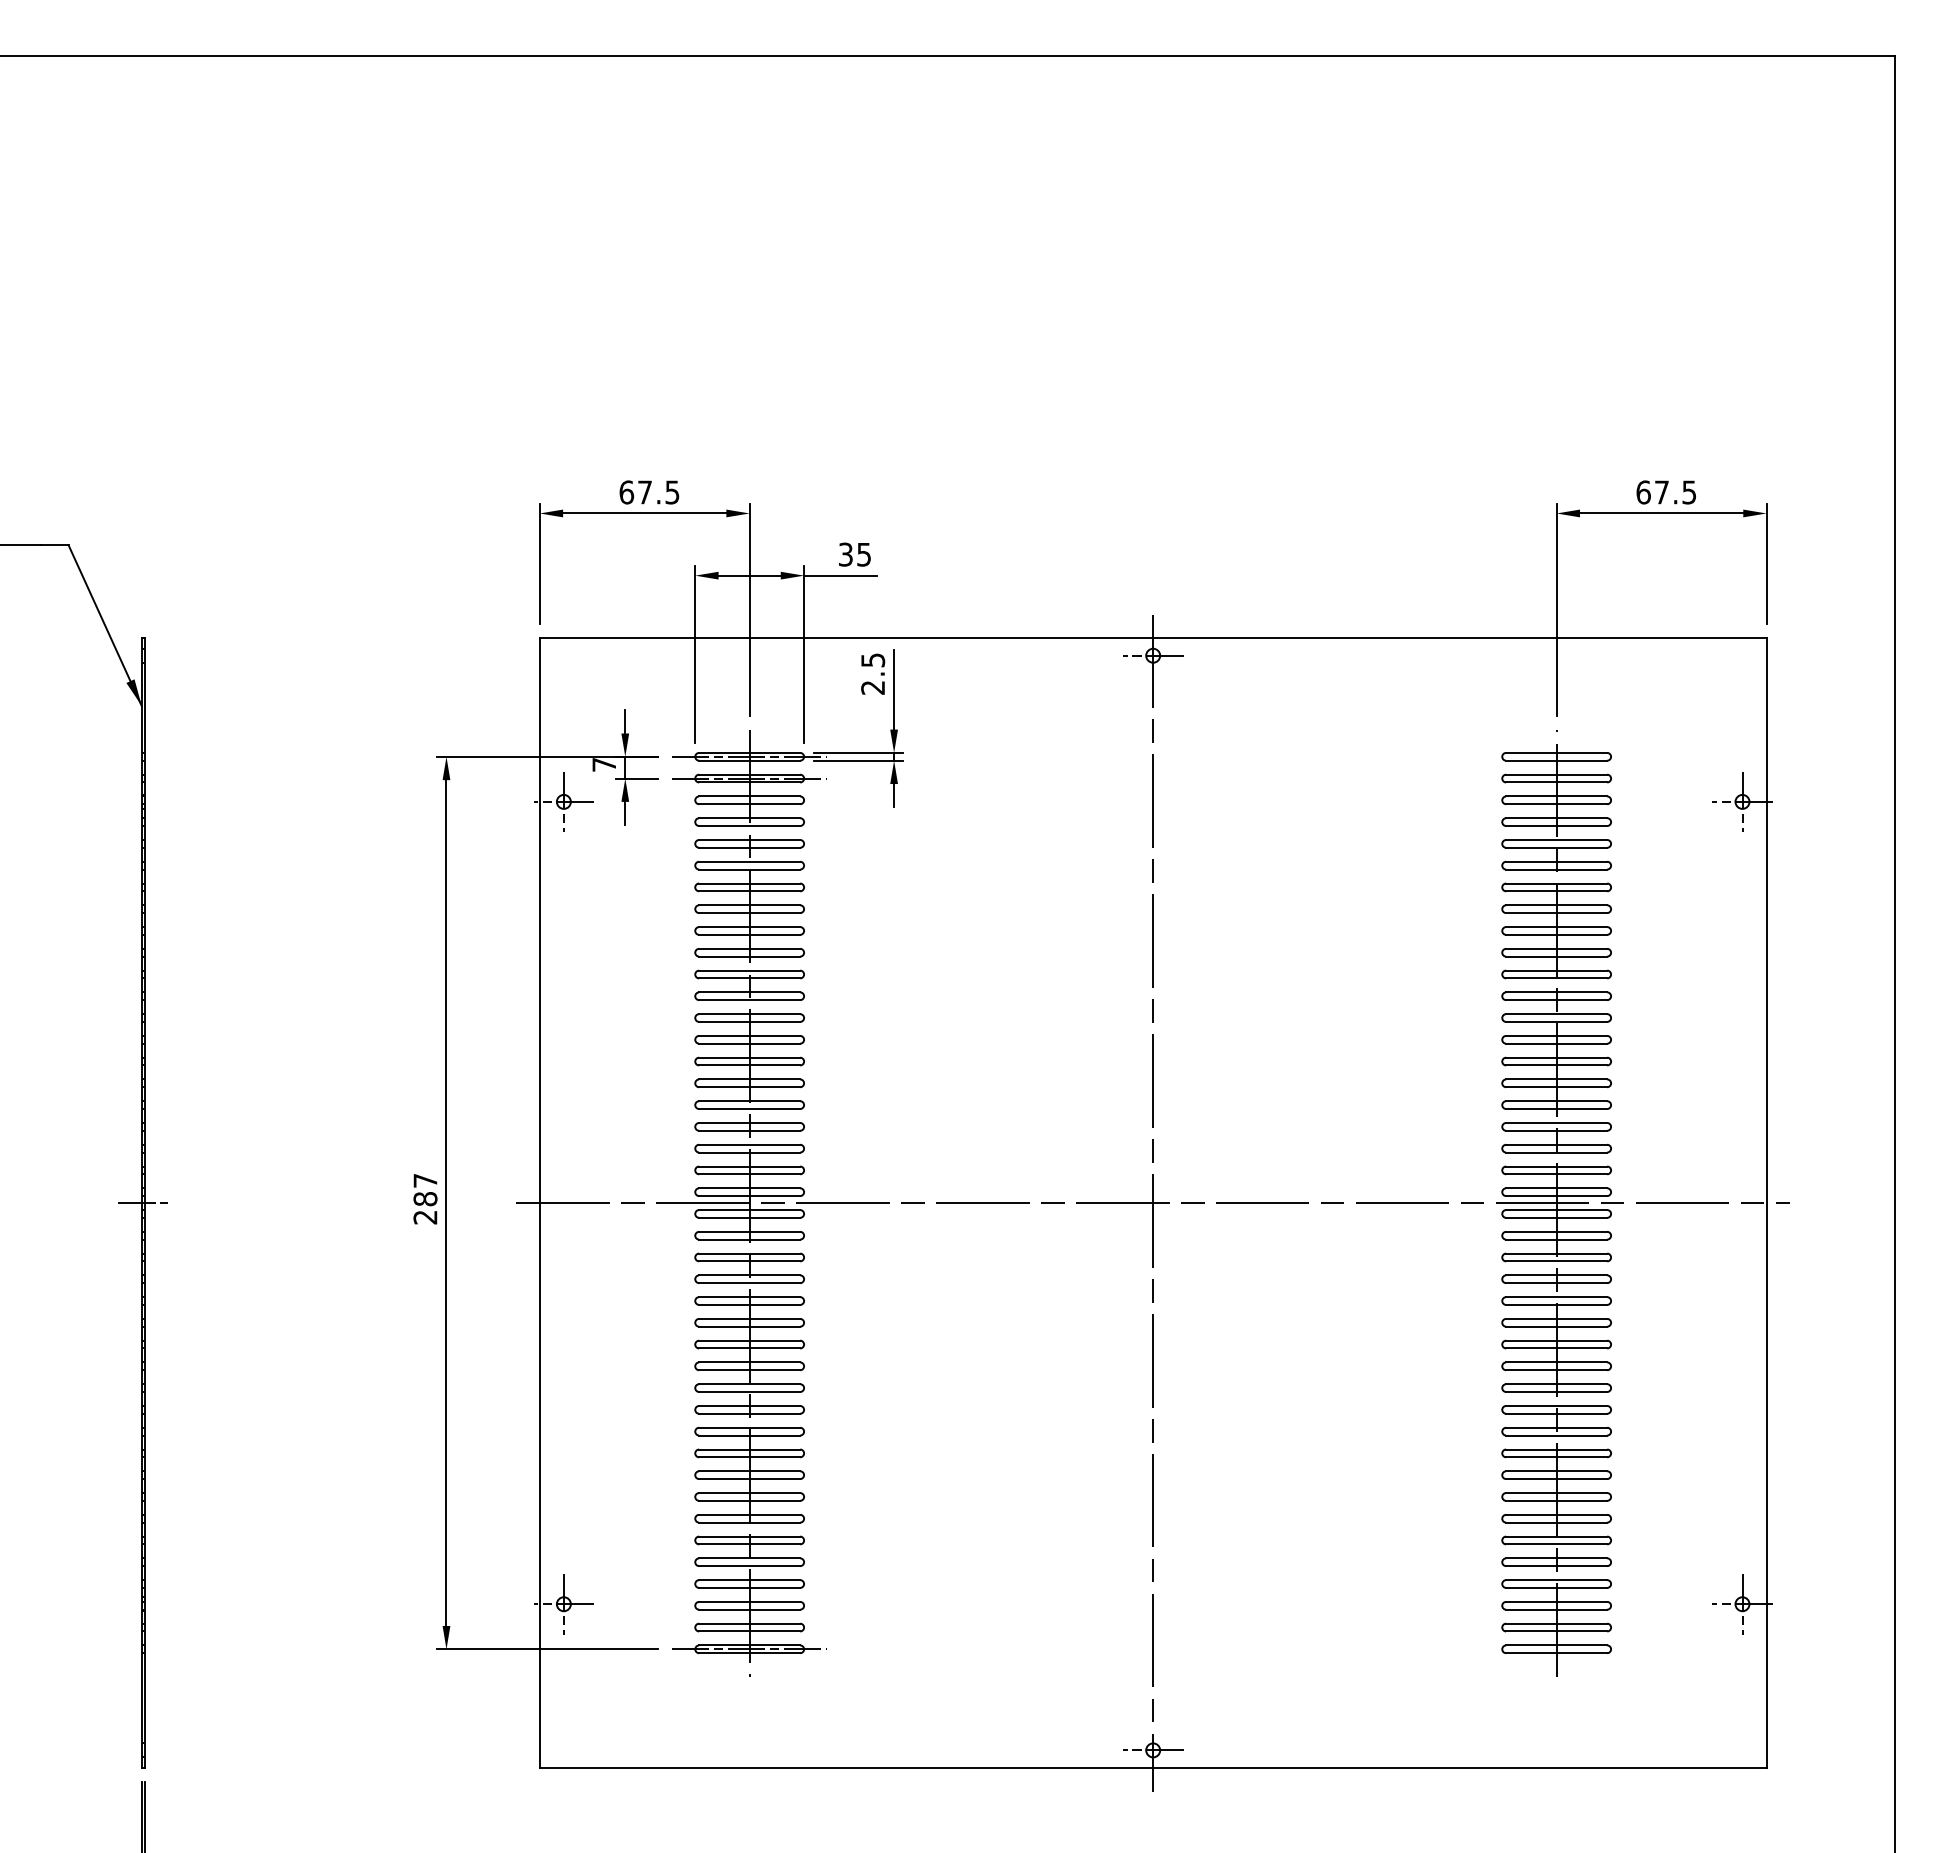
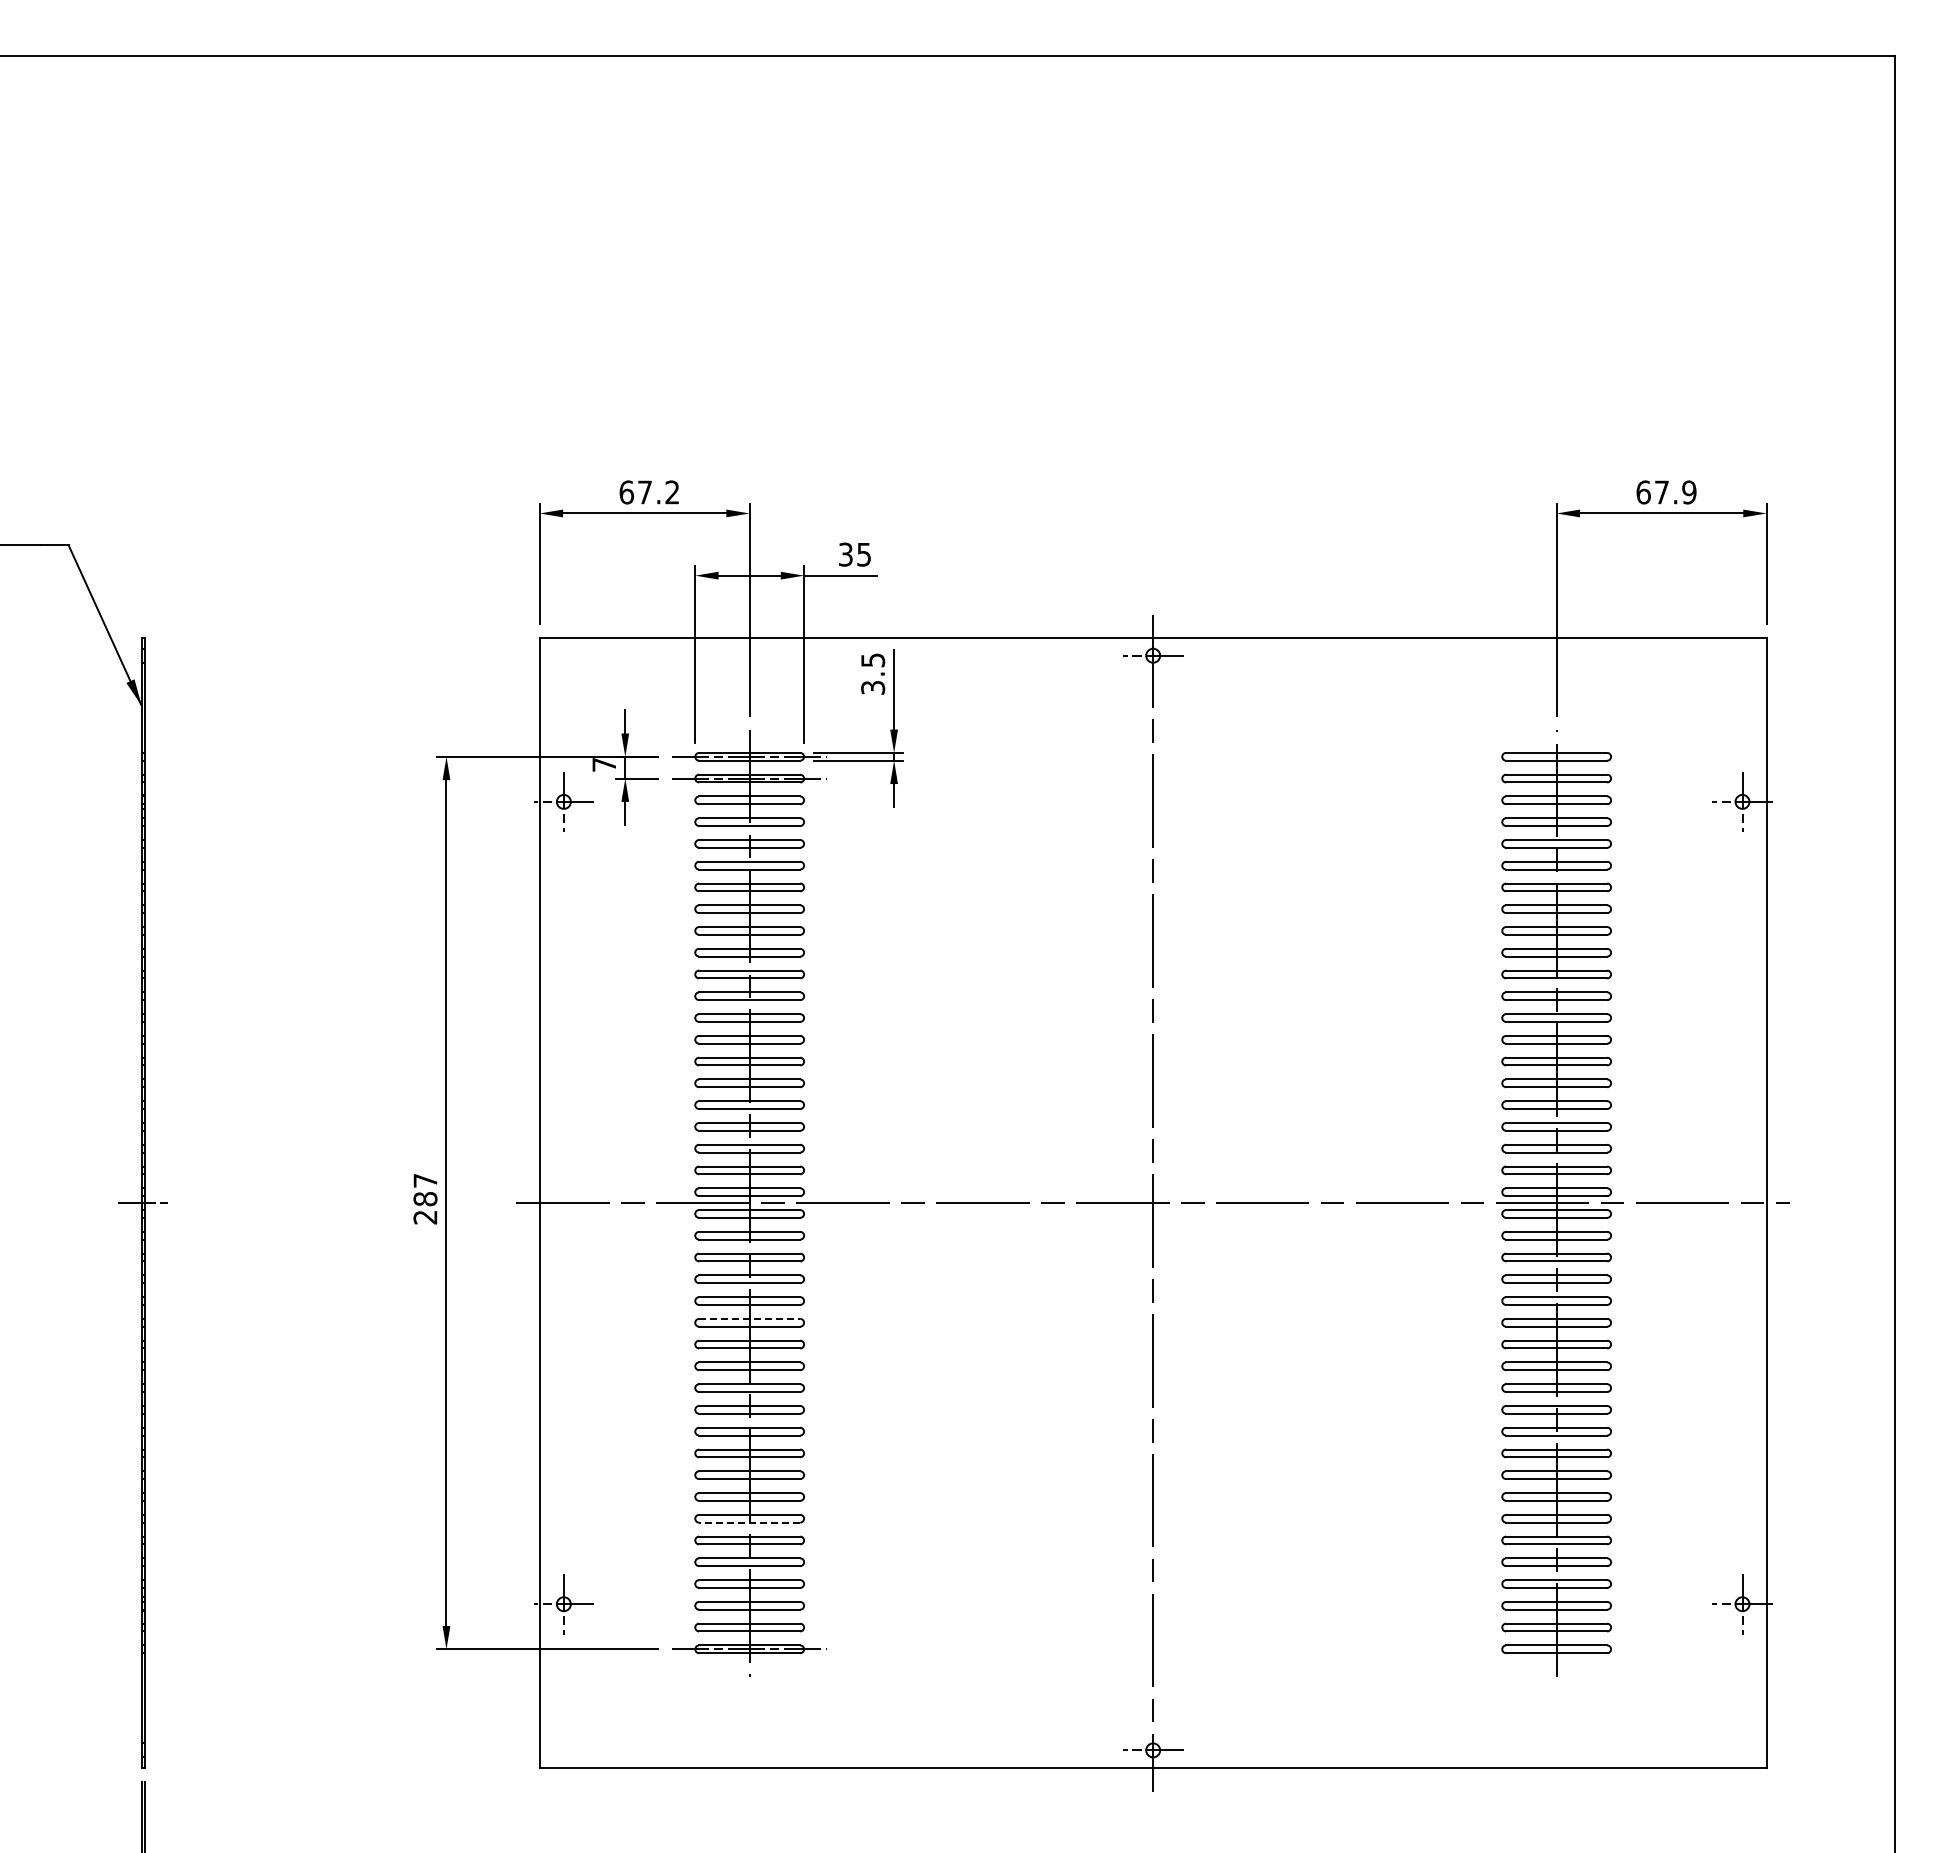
text at (672, 492): 67.5 -> 67.2
text at (1689, 492): 67.5 -> 67.9
text at (873, 687): 2.5 -> 3.5
line at (749, 1318): solid -> dashed
line at (749, 1522): solid -> dashed
